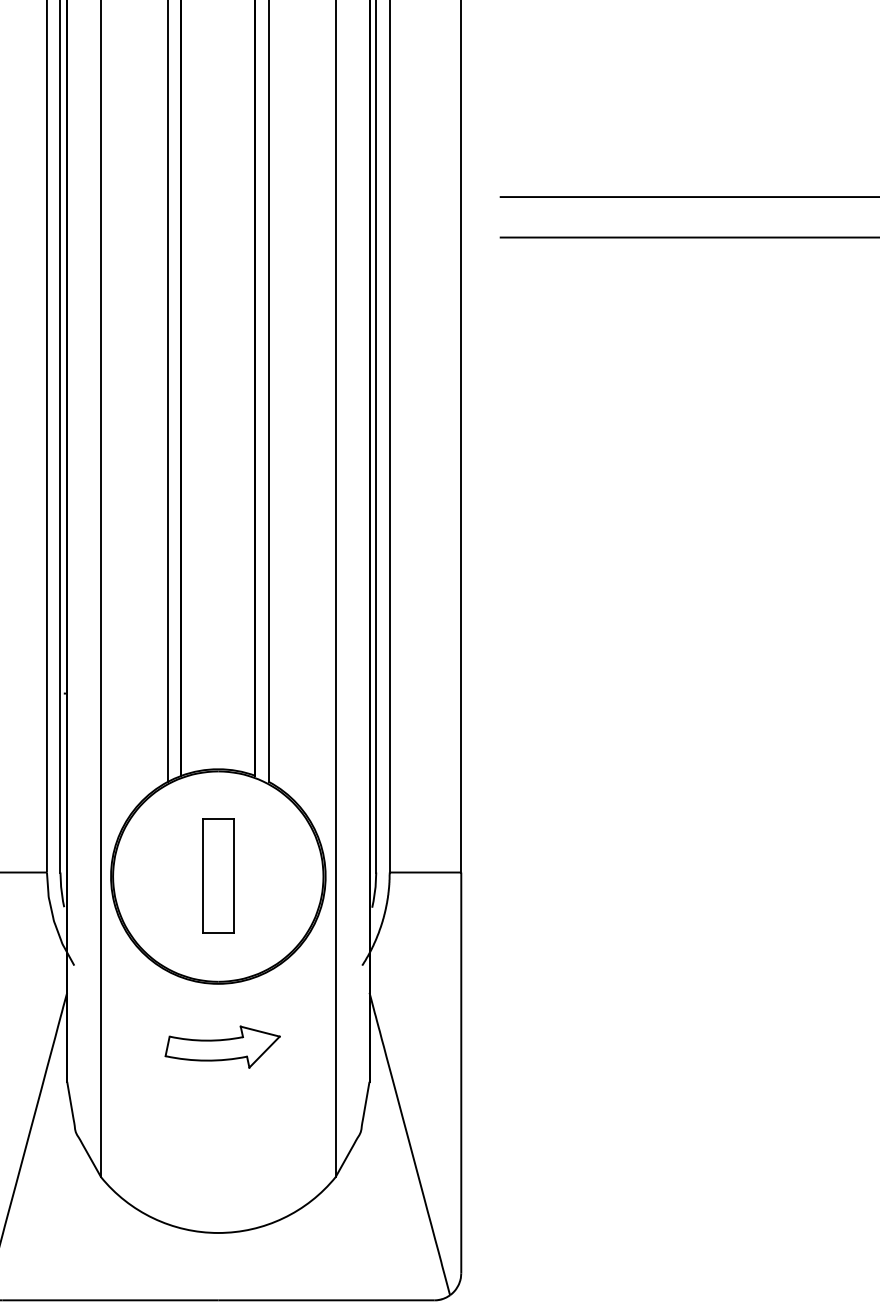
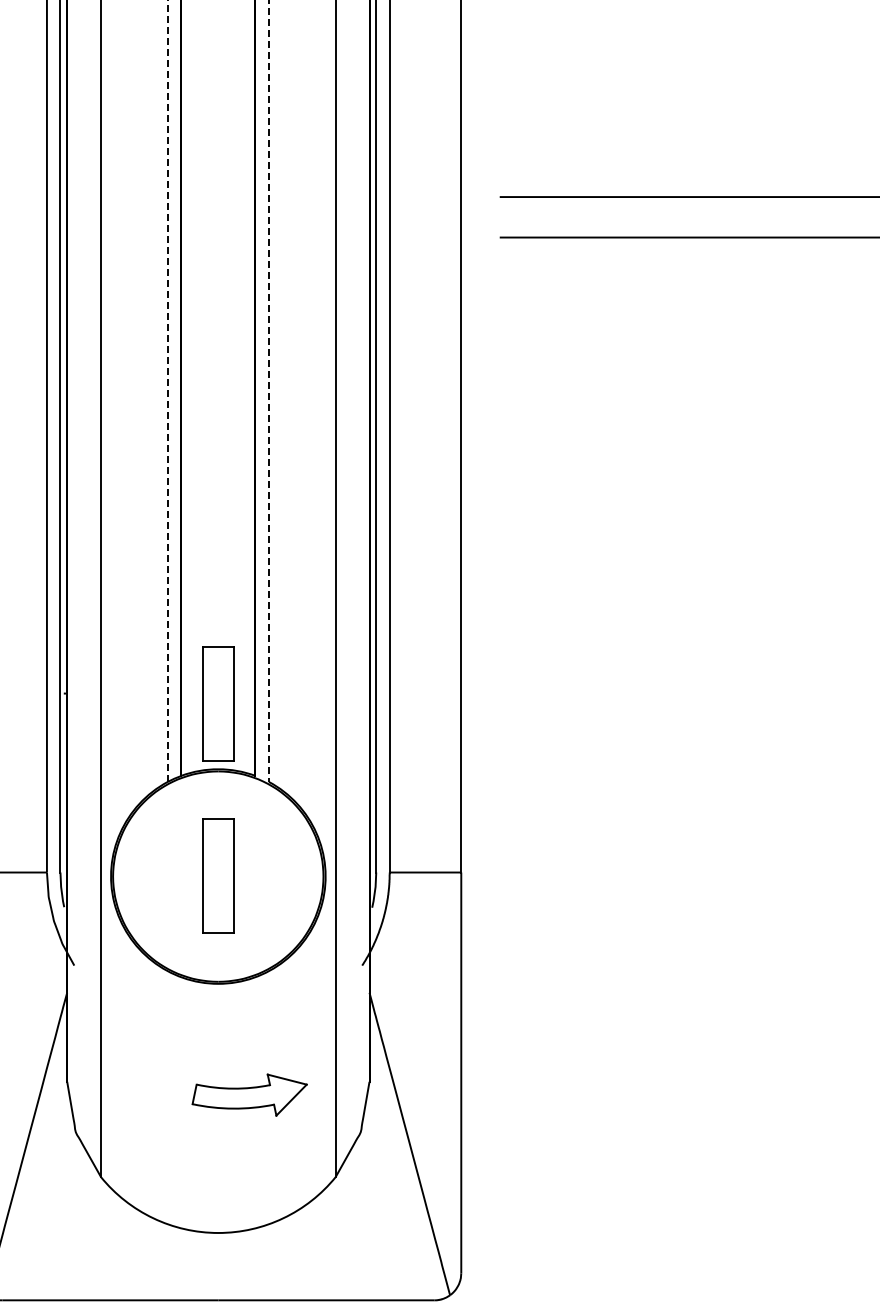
line at (167, 391): solid -> dashed
line at (268, 391): solid -> dashed
part at (218, 703): none -> present
part at (222, 1046) position: (222, 1046) -> (249, 1094)
